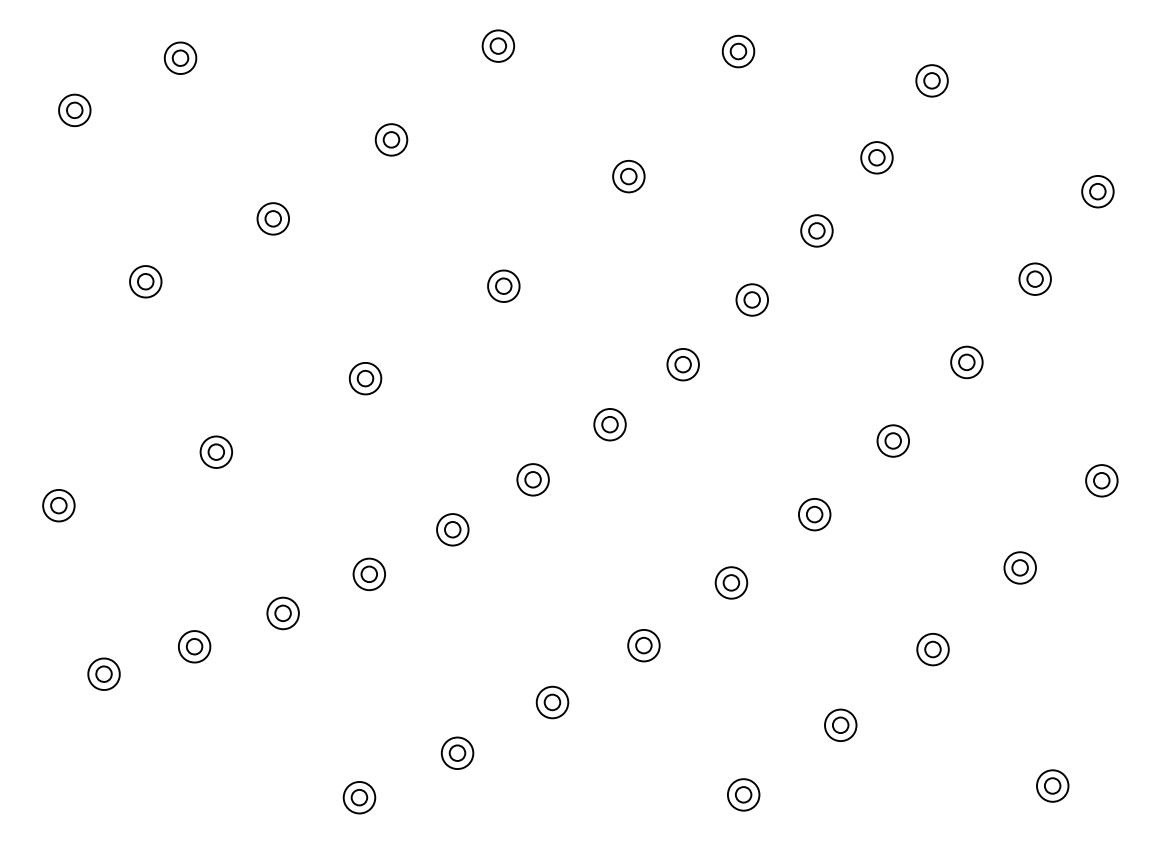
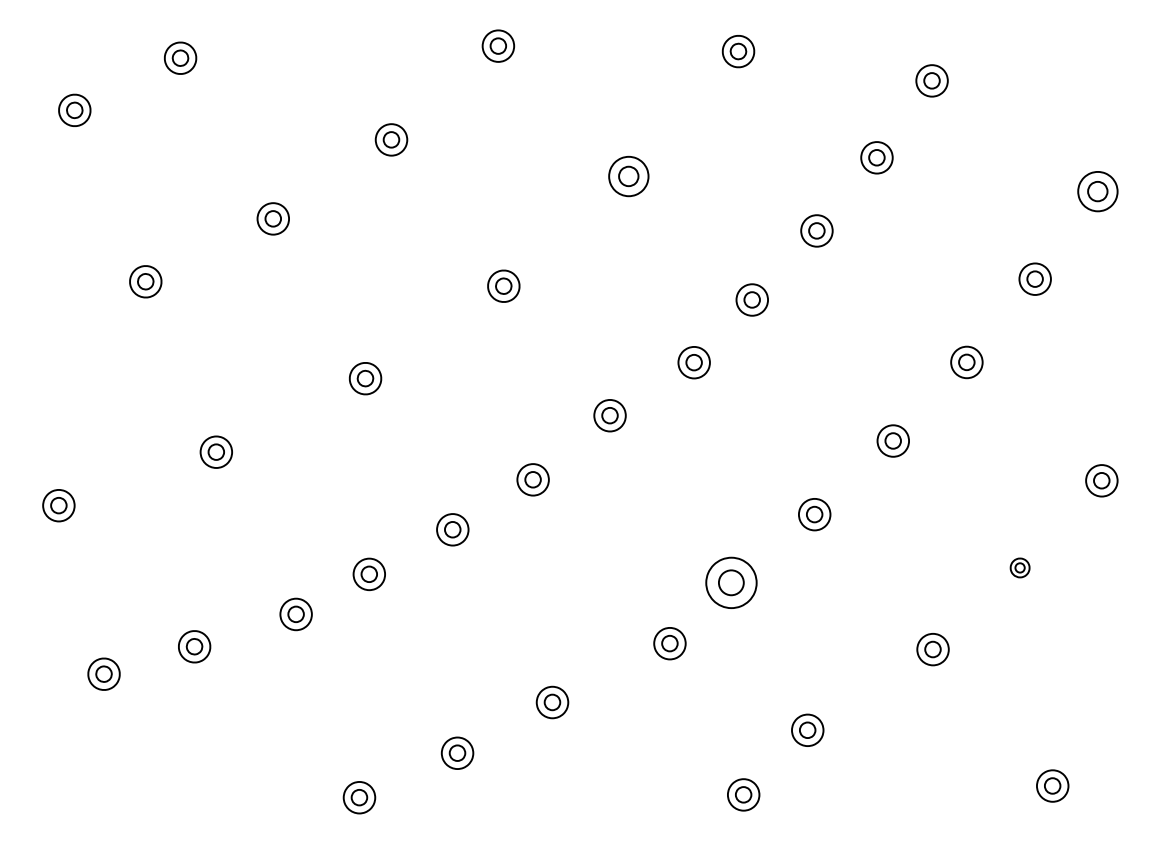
part at (628, 176) size: 34x34 px -> 42x43 px
part at (1097, 191) size: 34x34 px -> 42x42 px
part at (682, 364) position: (682, 364) -> (693, 362)
part at (609, 424) position: (609, 424) -> (609, 415)
part at (1019, 567) size: 34x34 px -> 22x22 px
part at (731, 582) size: 35x34 px -> 53x53 px
part at (282, 613) position: (282, 613) -> (295, 614)
part at (643, 645) position: (643, 645) -> (669, 643)
part at (840, 724) position: (840, 724) -> (807, 729)
